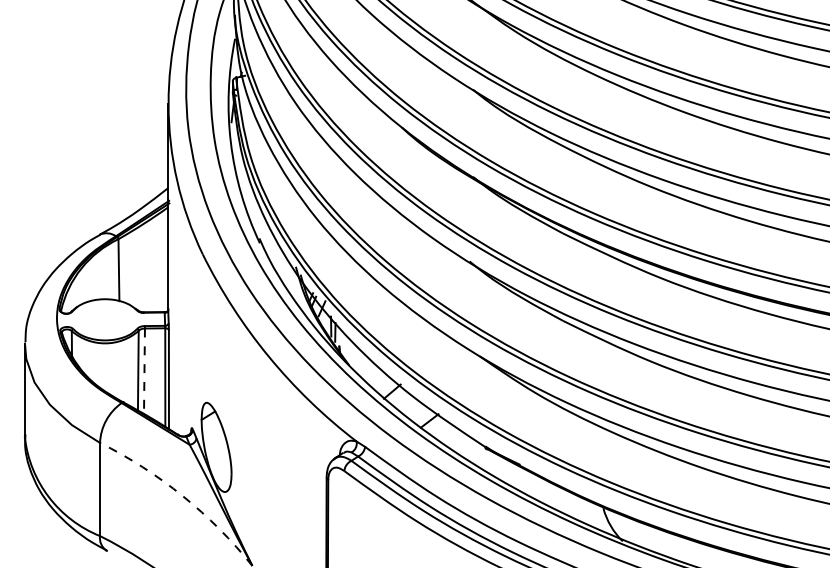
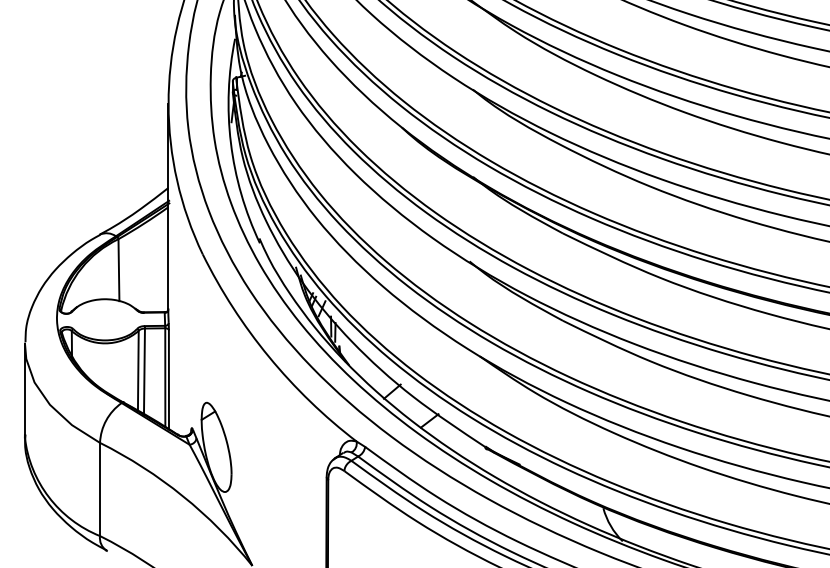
line at (144, 372): dashed -> solid
arc at (182, 496): dashed -> solid
